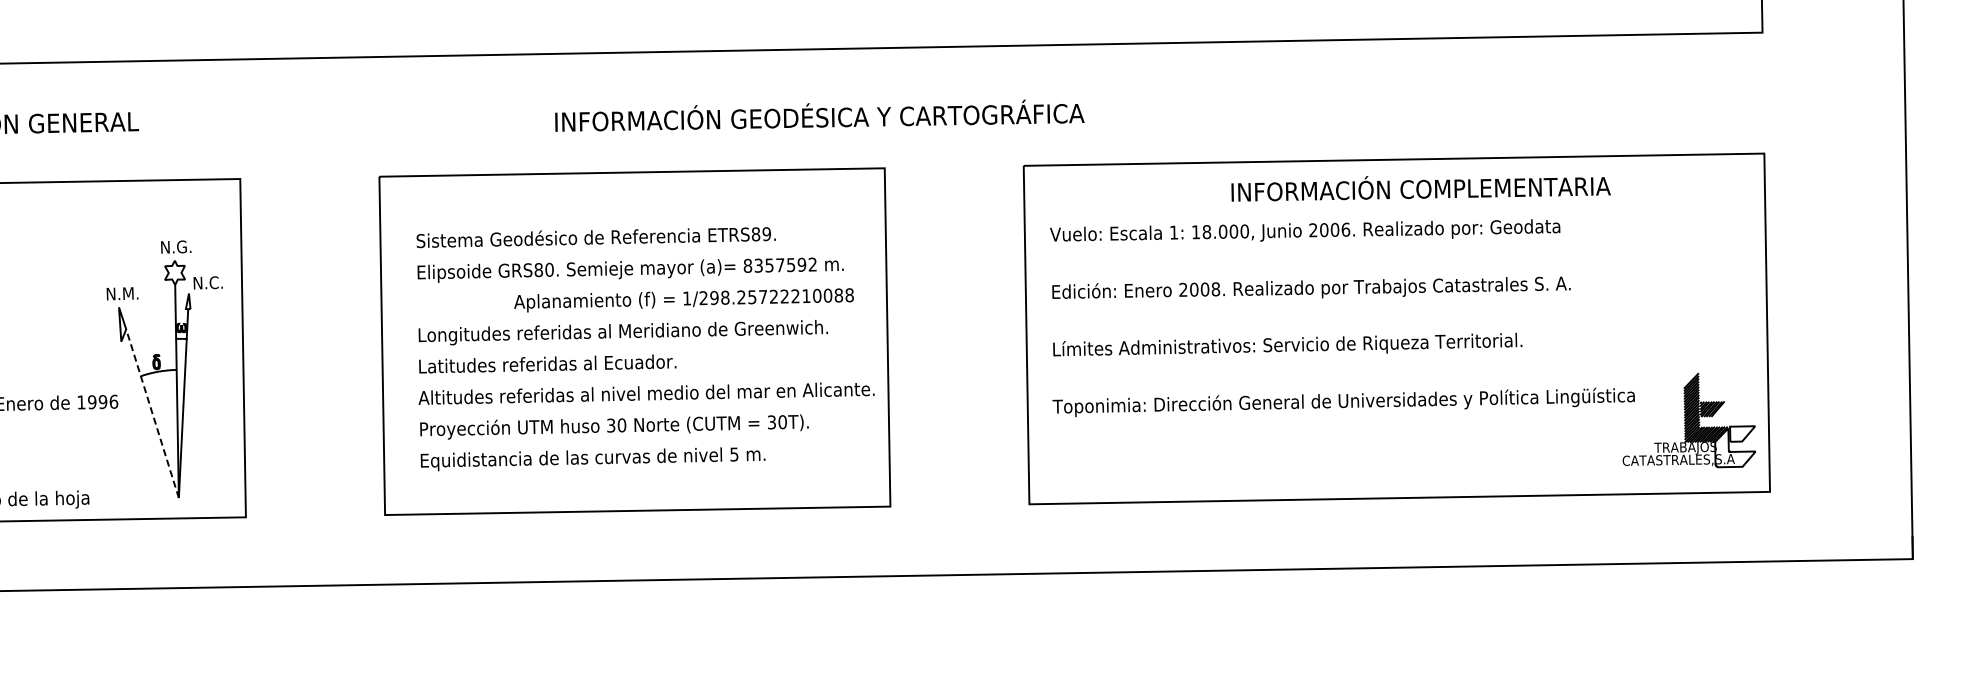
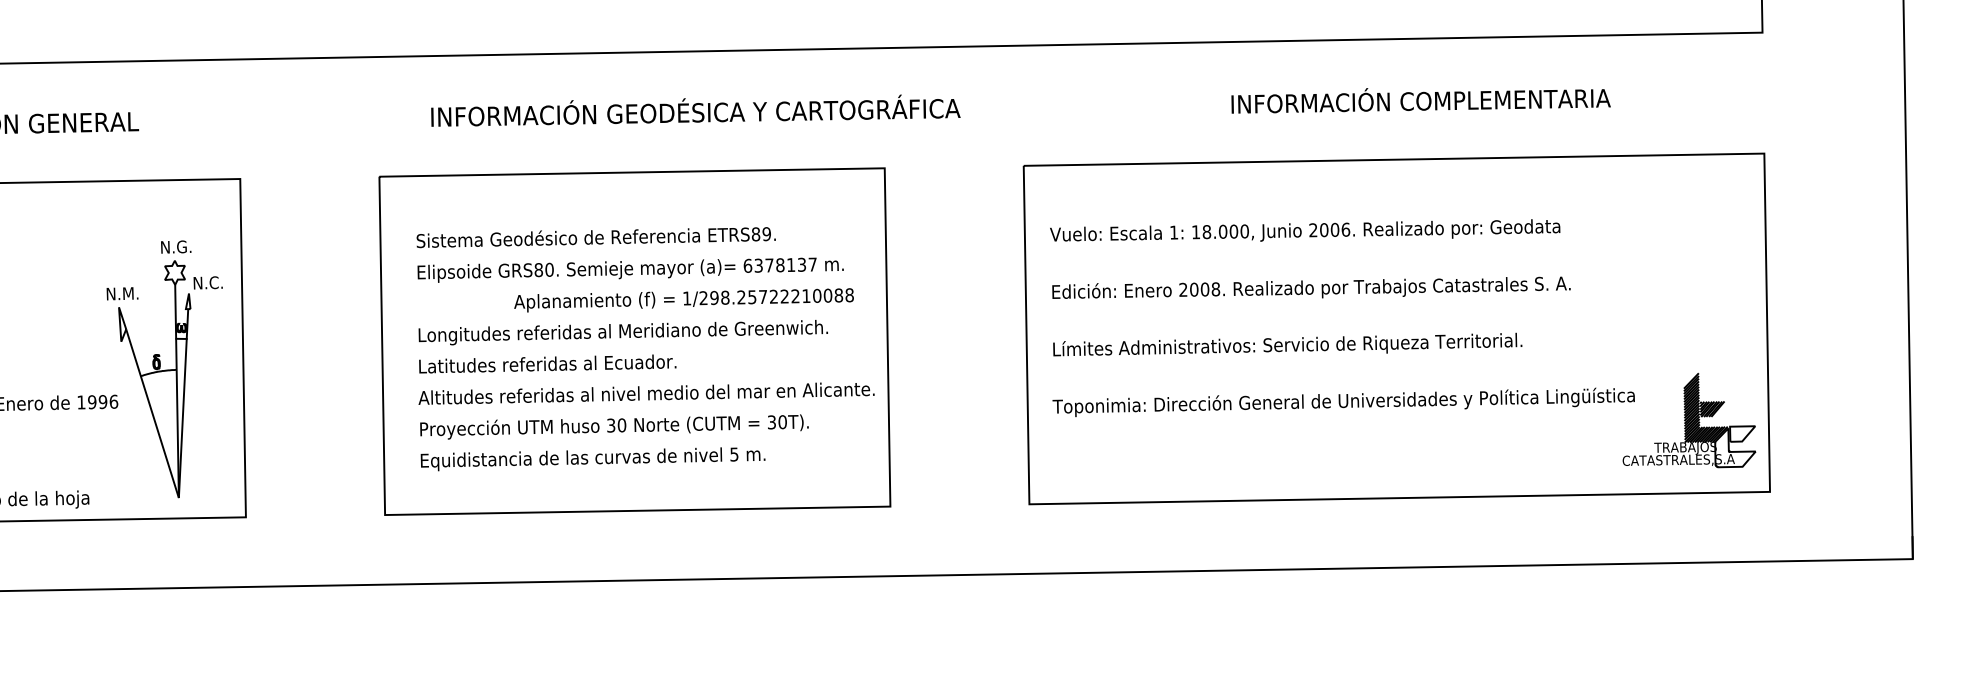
text at (819, 115) position: (819, 115) -> (695, 110)
text at (1420, 188) position: (1420, 188) -> (1420, 100)
text at (779, 264): 8357592 -> 6378137
line at (152, 413): dashed -> solid
